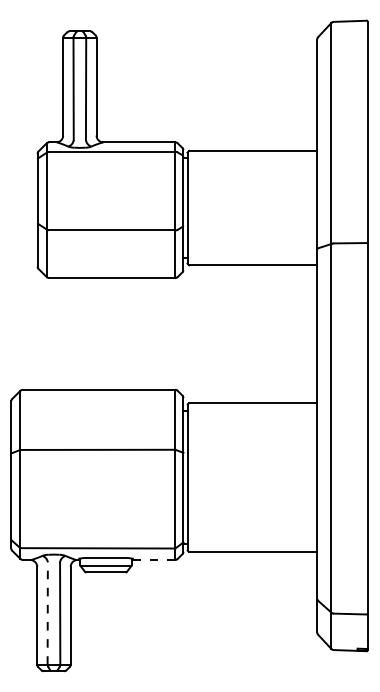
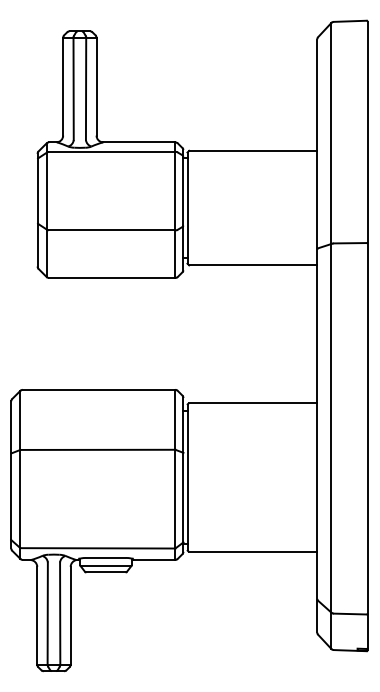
line at (154, 560): dashed -> solid
line at (47, 613): dashed -> solid
